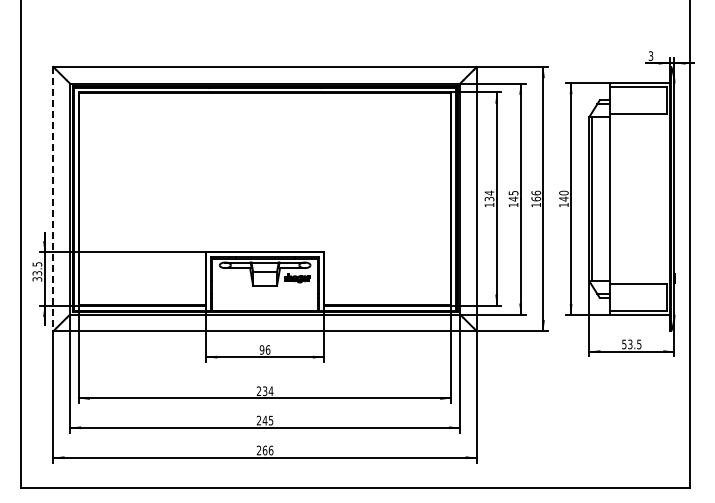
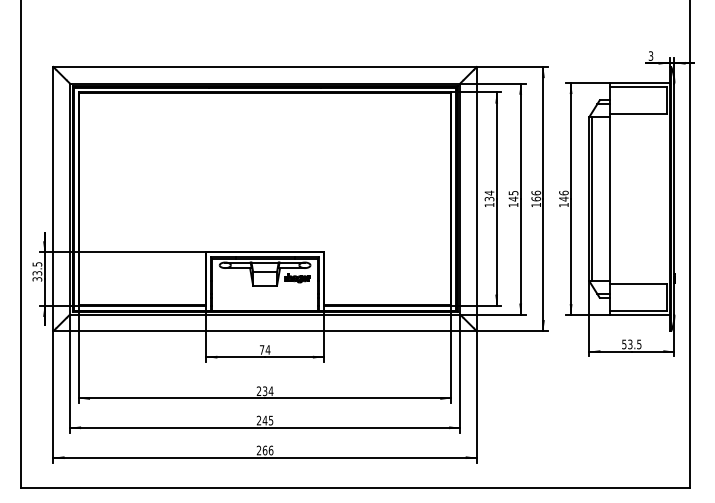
text at (563, 192): 140 -> 146
line at (53, 199): dashed -> solid
text at (264, 349): 96 -> 74
